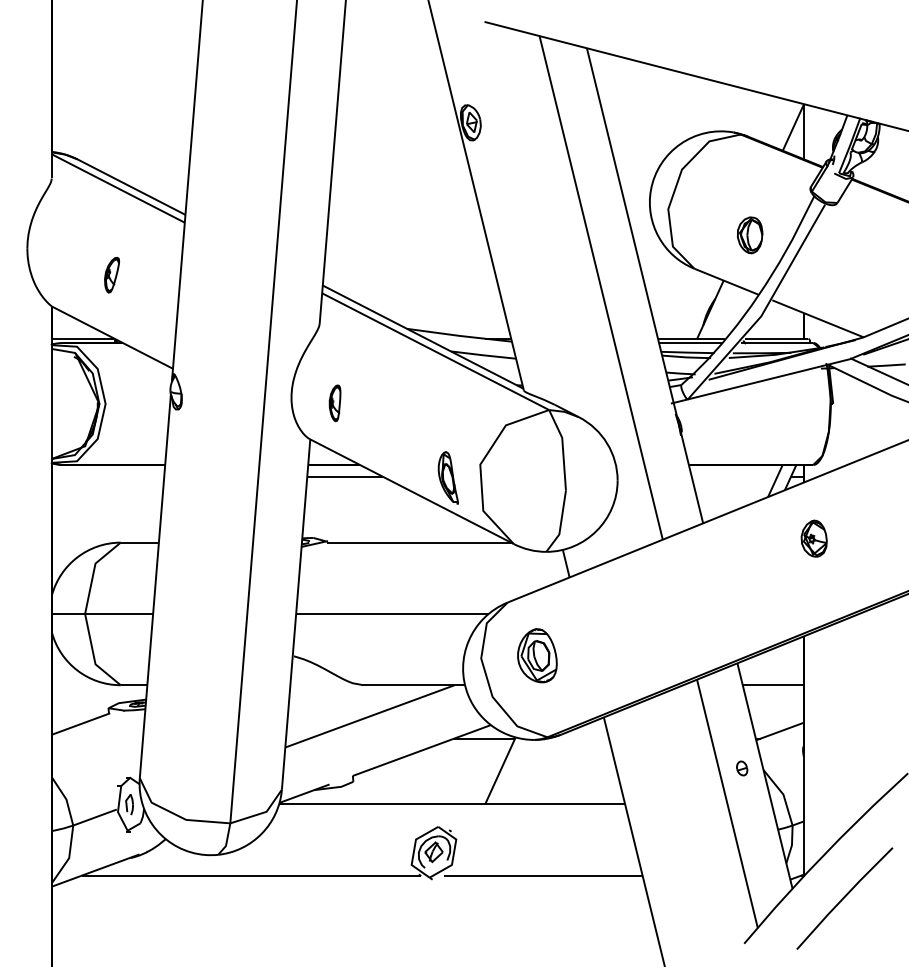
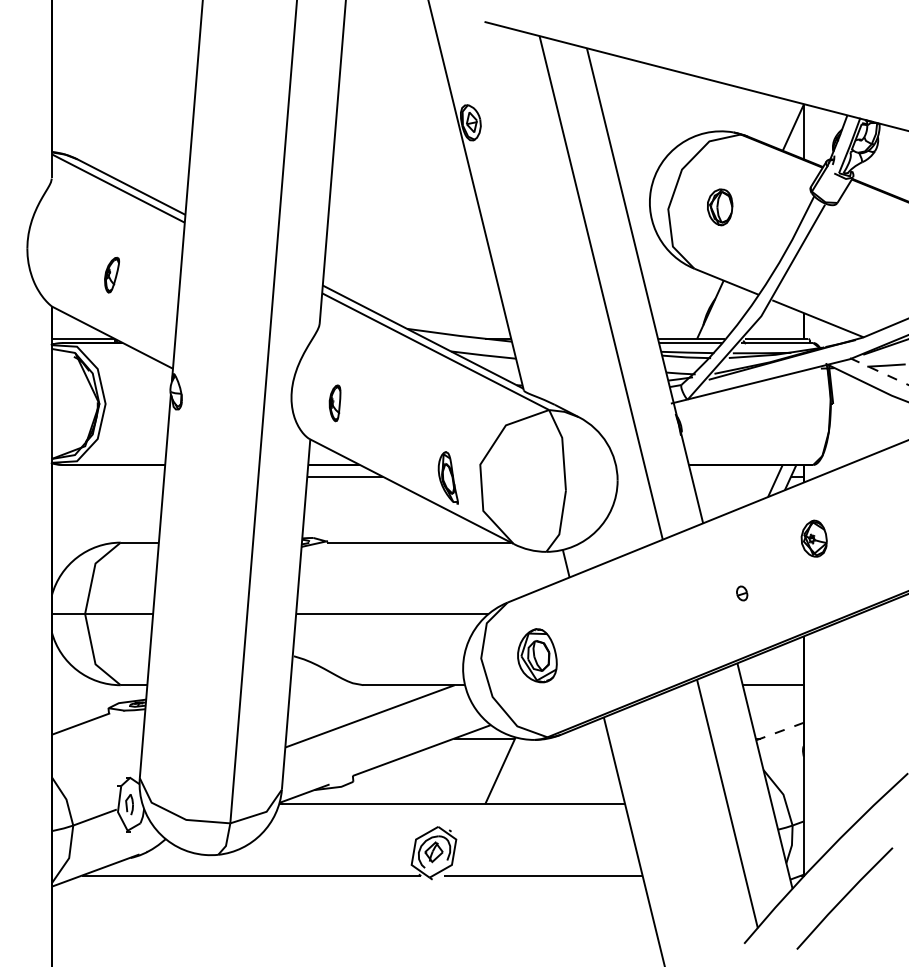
part at (750, 235) position: (750, 235) -> (720, 207)
line at (879, 371): solid -> dashed
line at (779, 731): solid -> dashed
part at (742, 768) position: (742, 768) -> (742, 593)
